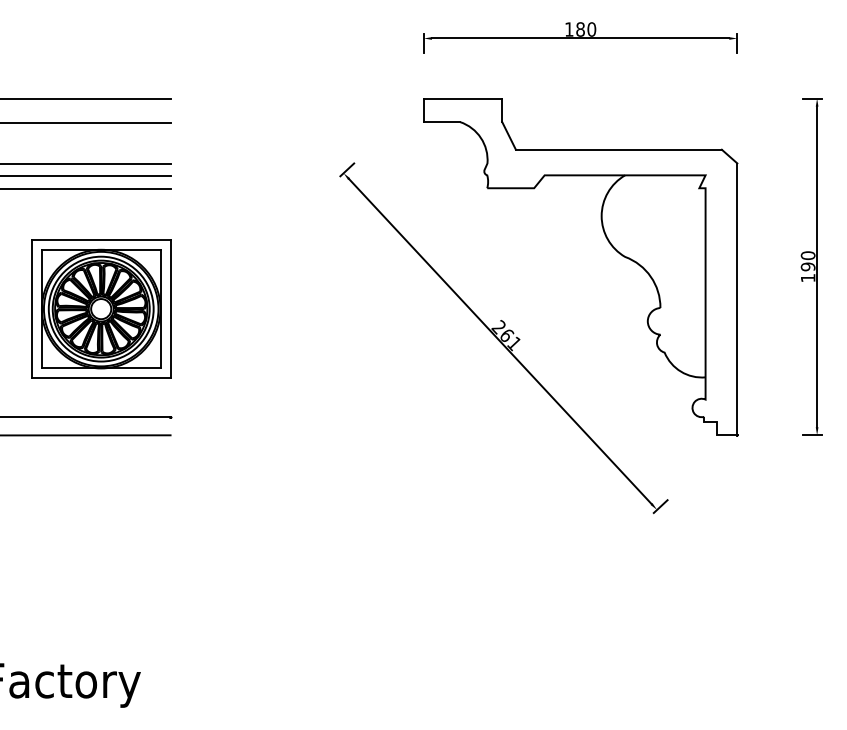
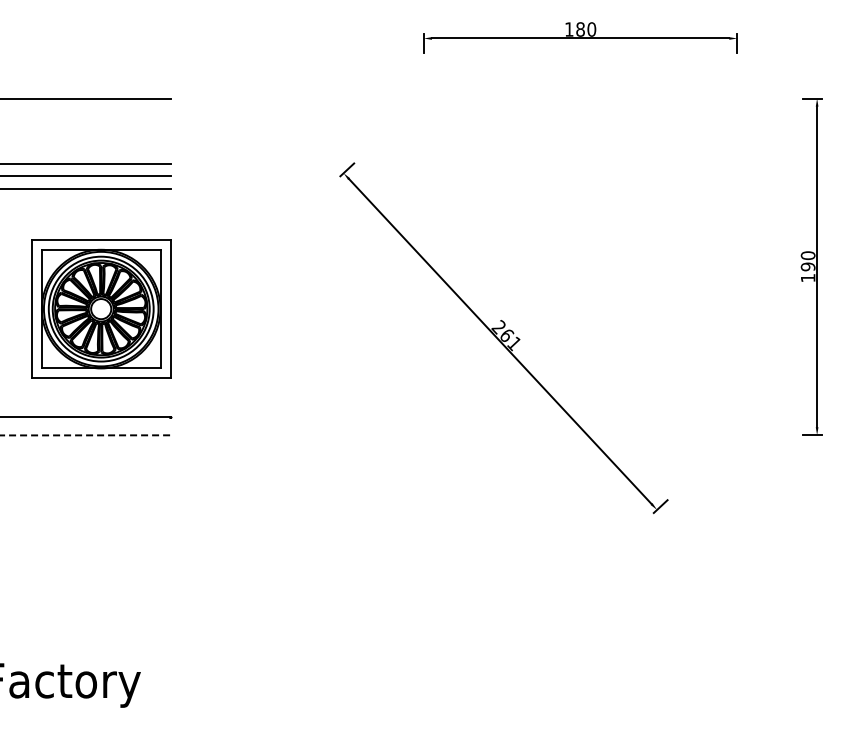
line at (86, 122): present -> none
part at (610, 245): present -> none
line at (85, 435): solid -> dashed
